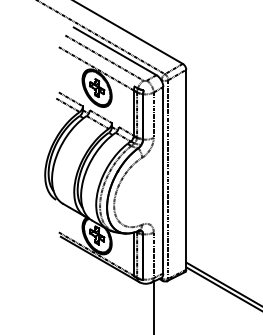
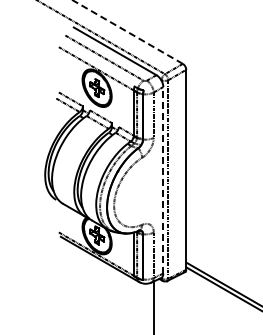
line at (127, 31): solid -> dashed
line at (163, 179): solid -> dashed
